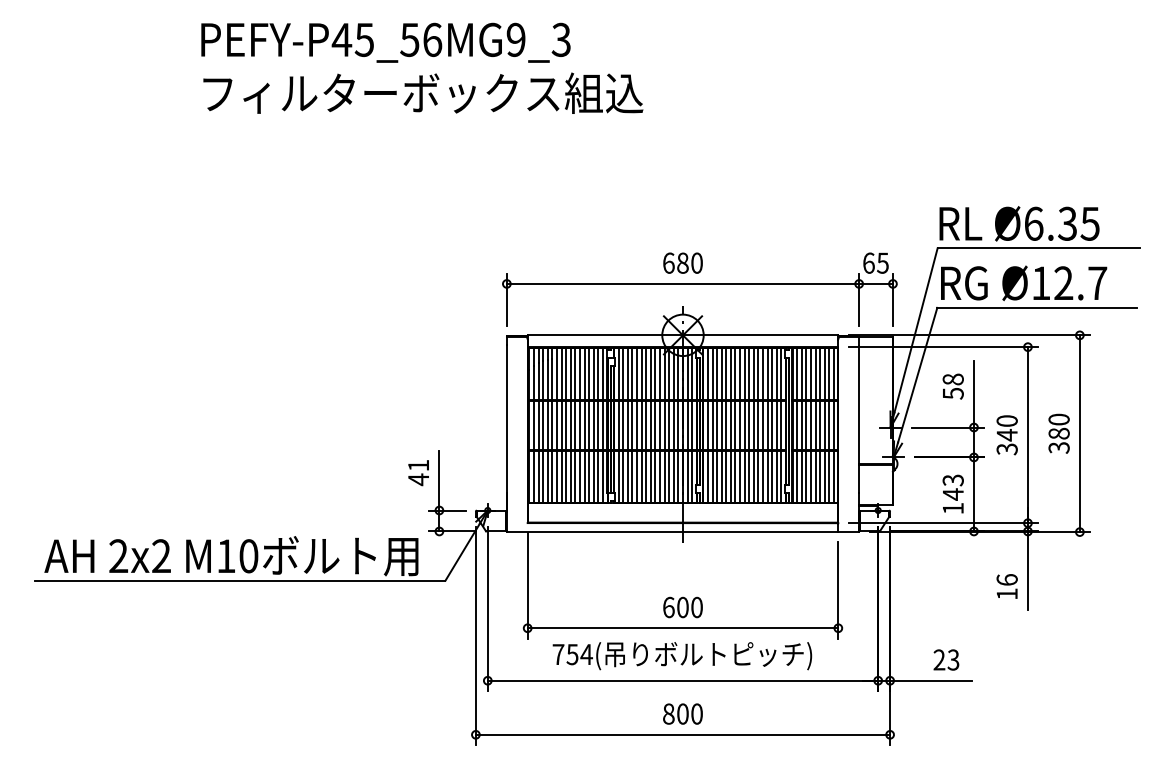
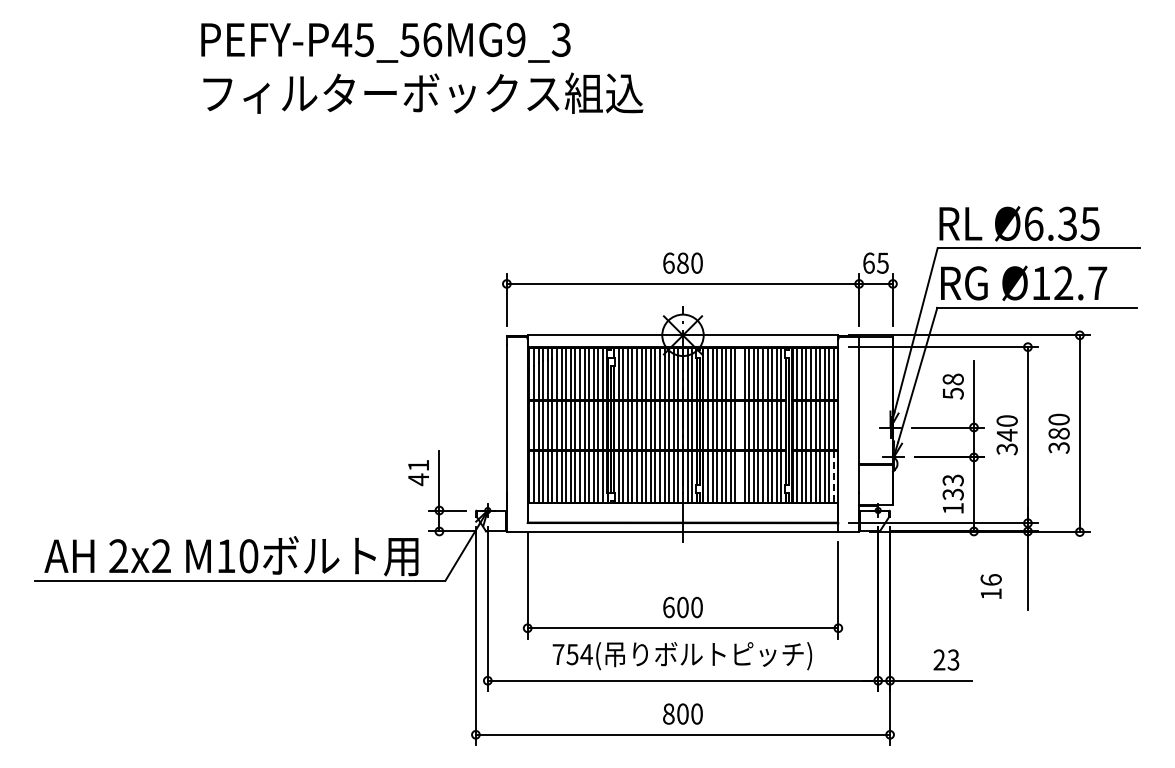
line at (740, 425): present -> none
line at (833, 477): solid -> dashed
text at (952, 494): 143 -> 133
text at (1006, 586) position: (1006, 586) -> (990, 586)
